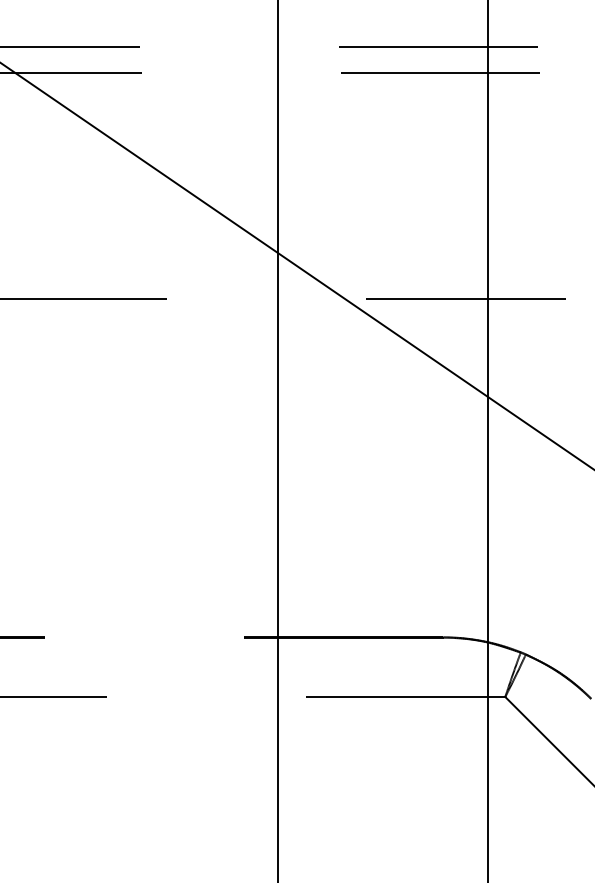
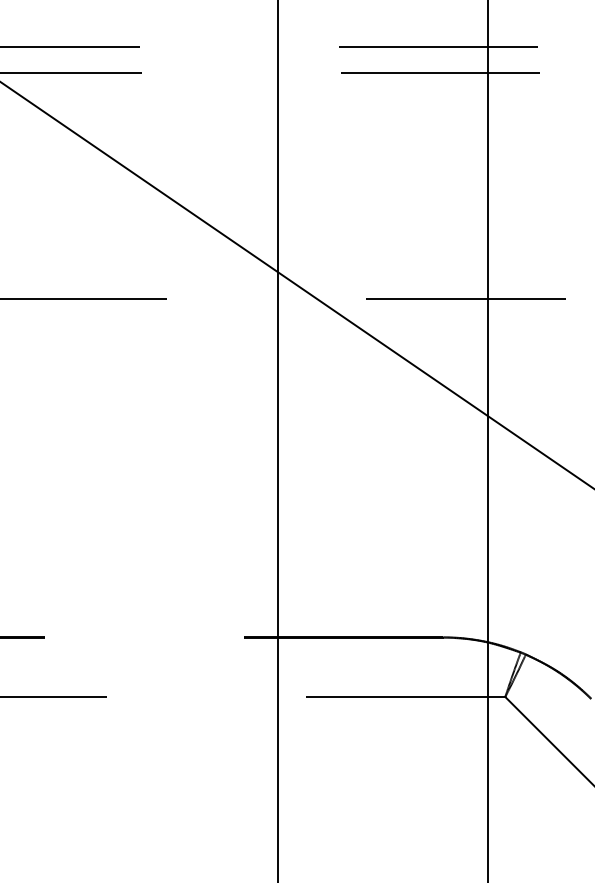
line at (296, 266) position: (296, 266) -> (296, 285)
